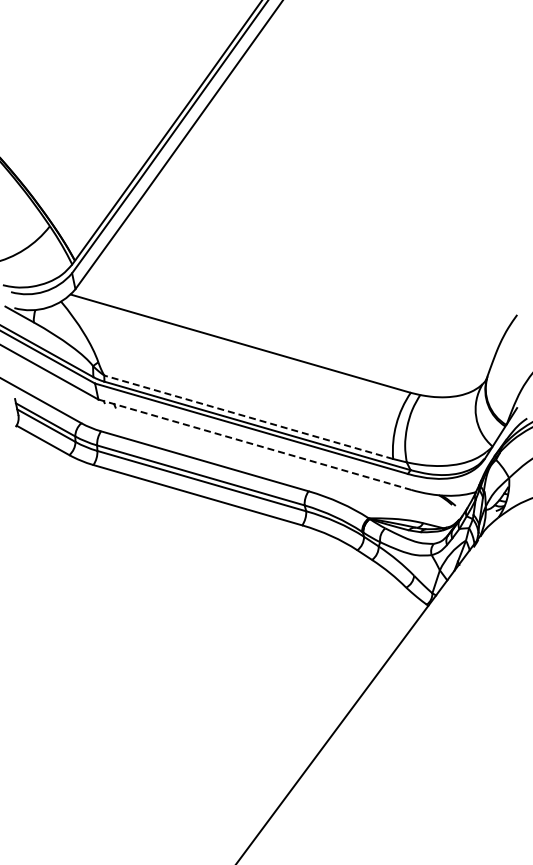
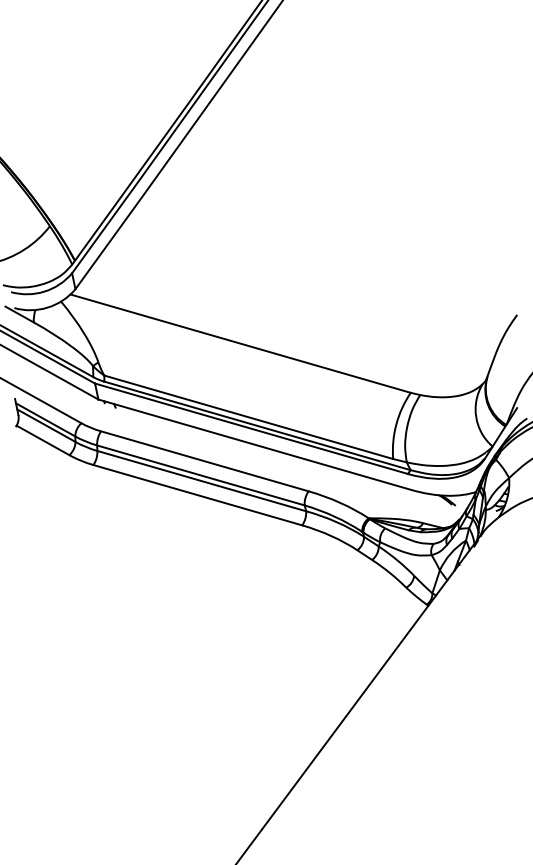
line at (248, 417): dashed -> solid
line at (254, 444): dashed -> solid
